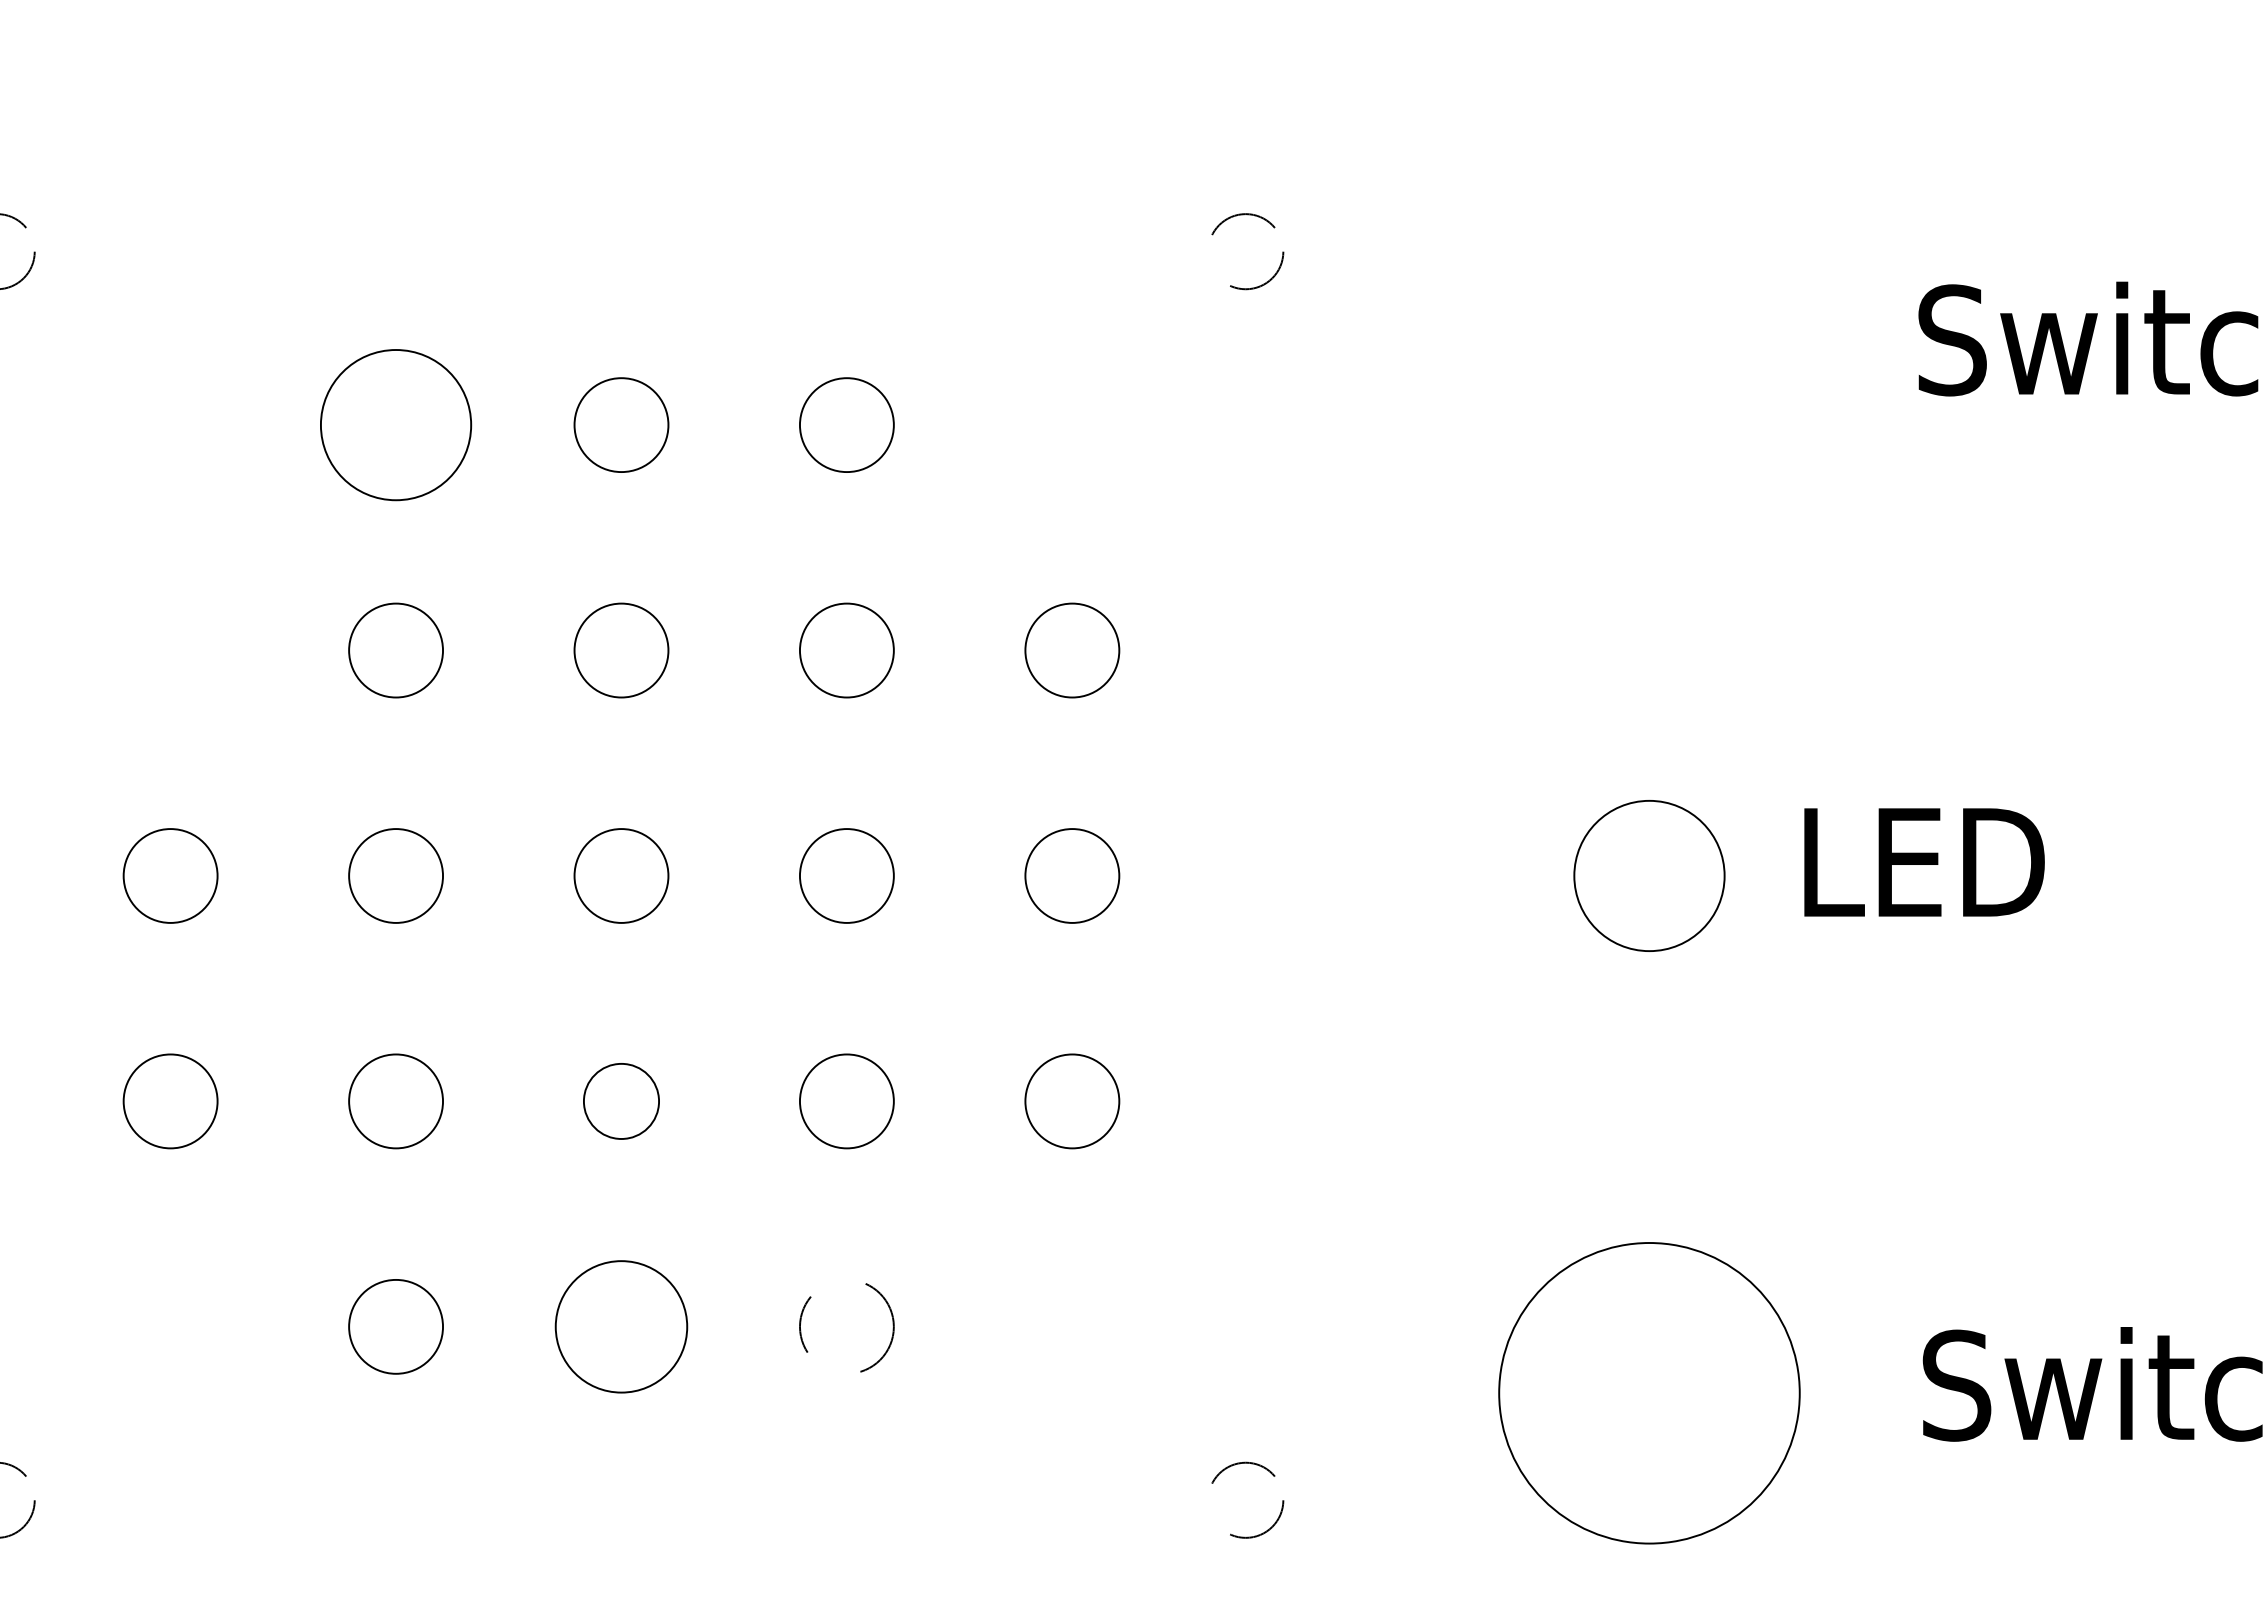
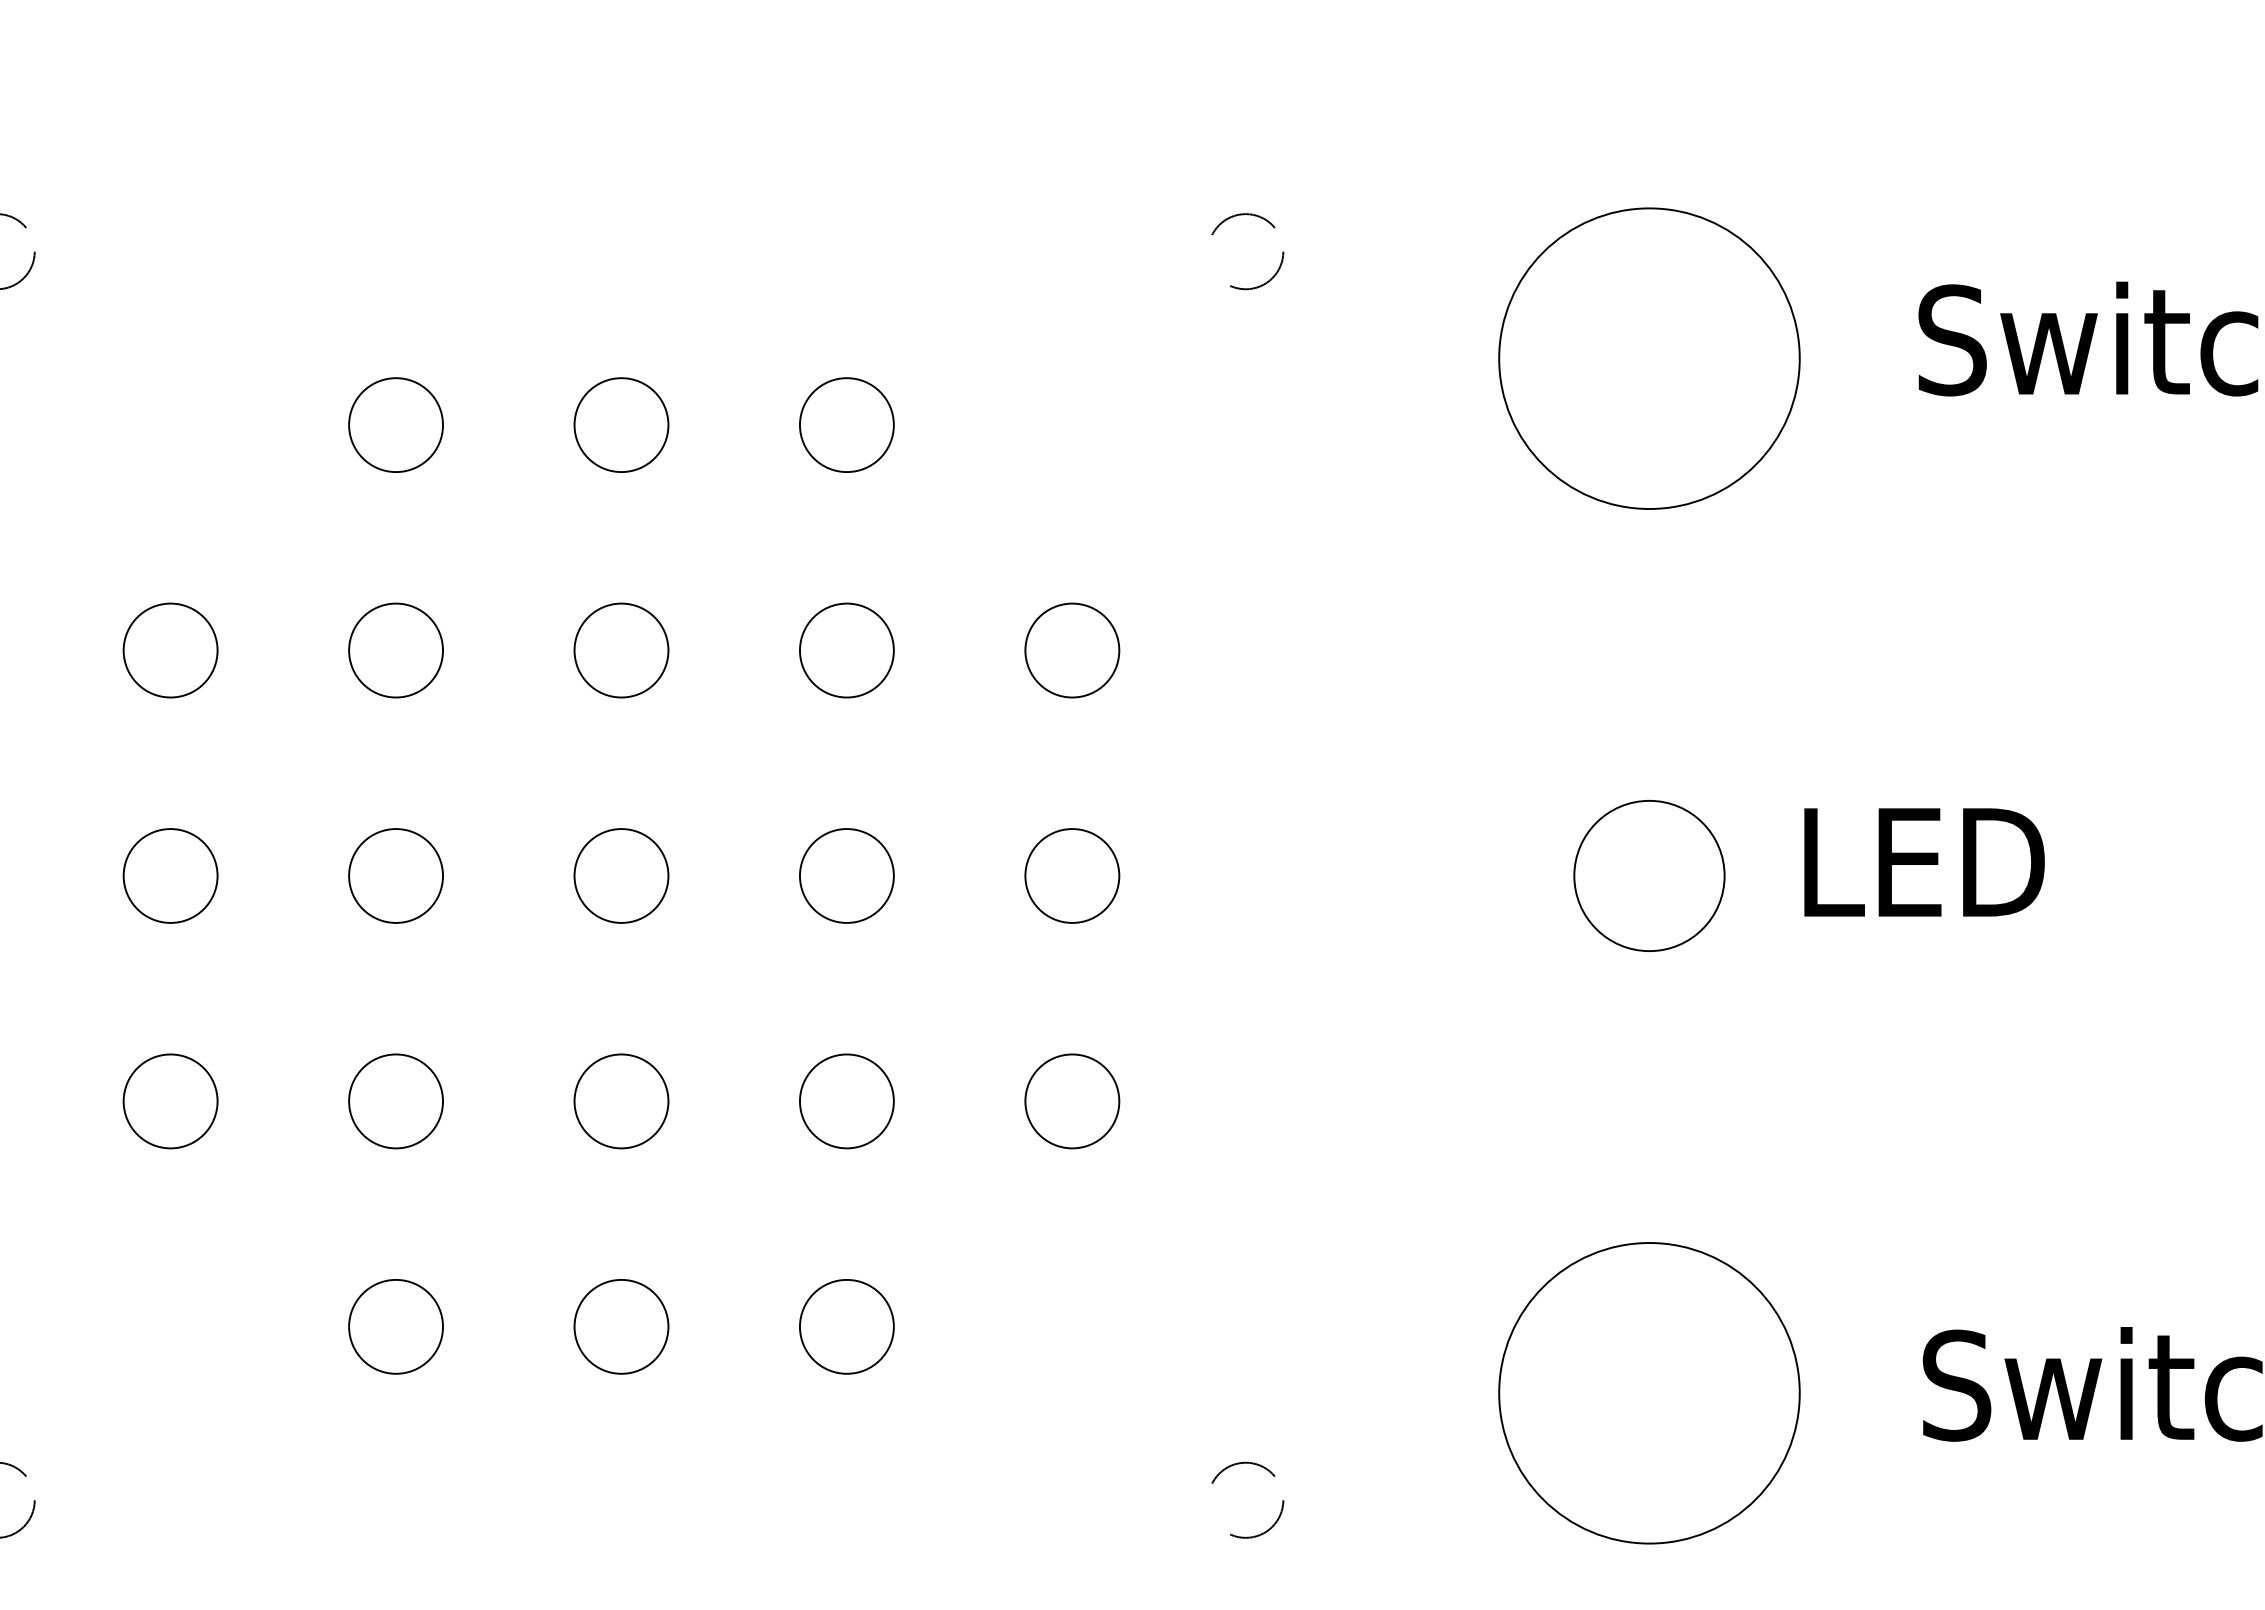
circle at (1649, 358): none -> present
circle at (395, 425) diameter: 150 px -> 94 px
circle at (170, 650): none -> present
circle at (621, 1100) diameter: 75 px -> 94 px
circle at (621, 1326) diameter: 131 px -> 94 px
circle at (846, 1326): dashed -> solid
